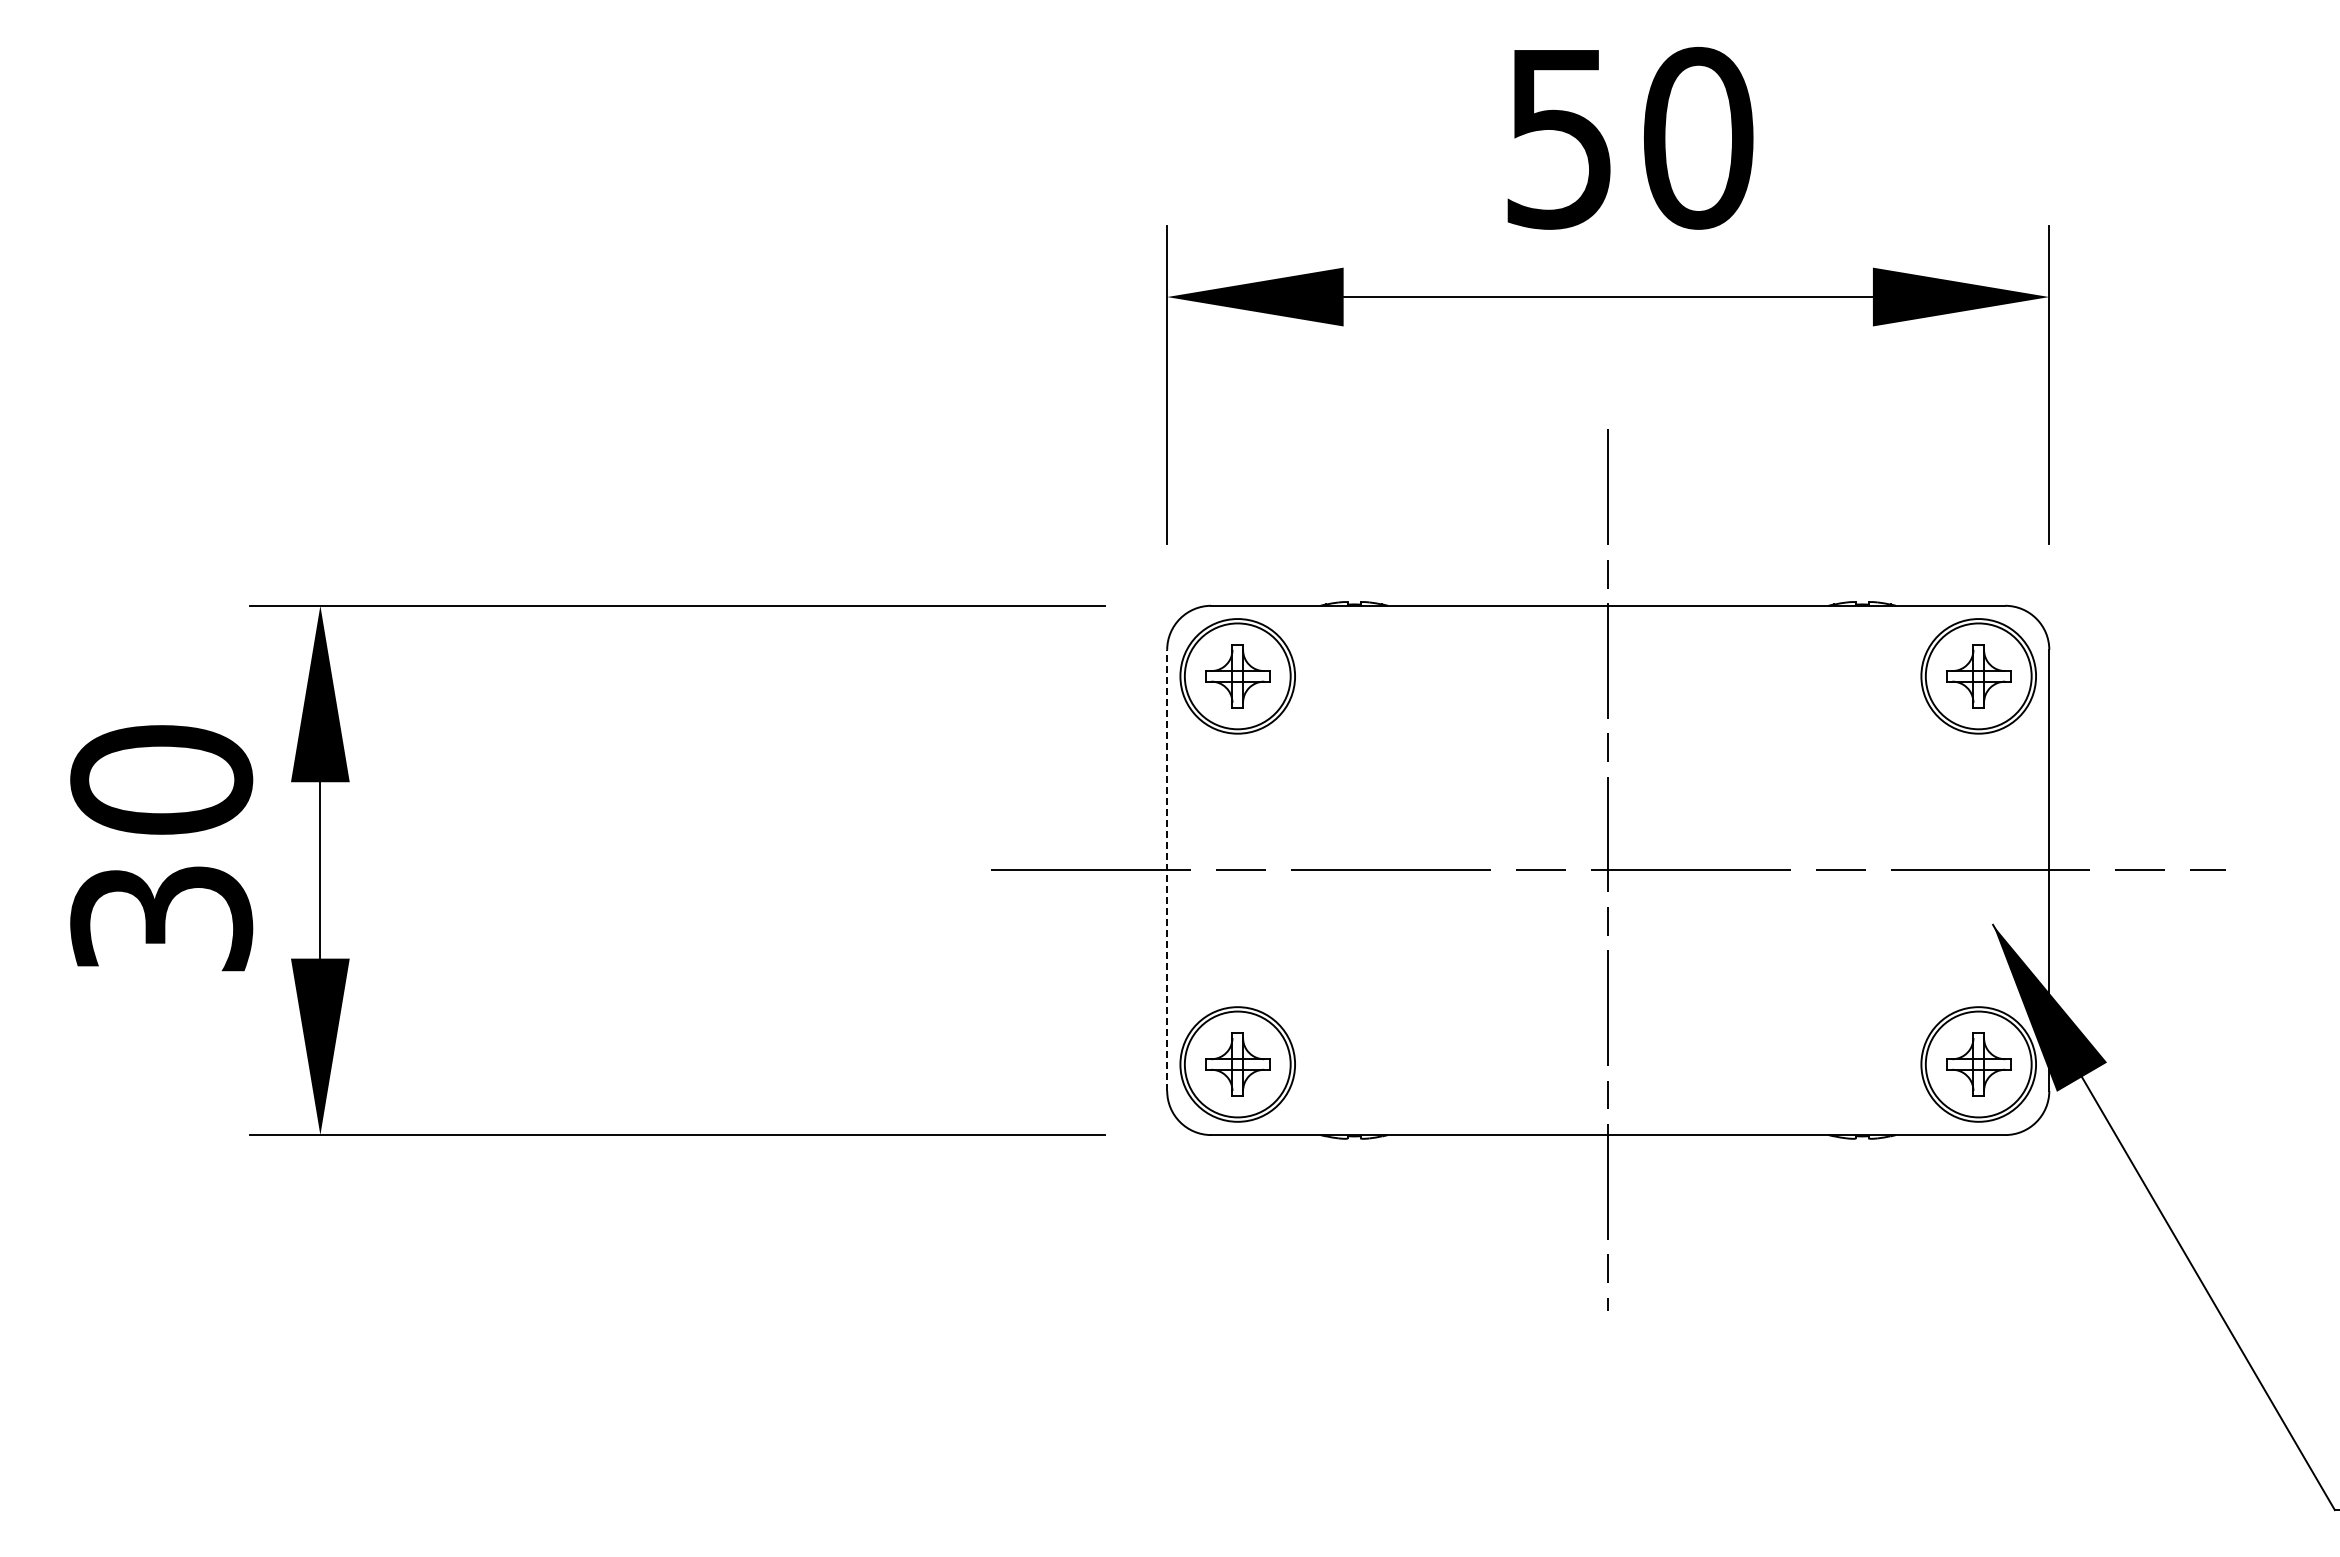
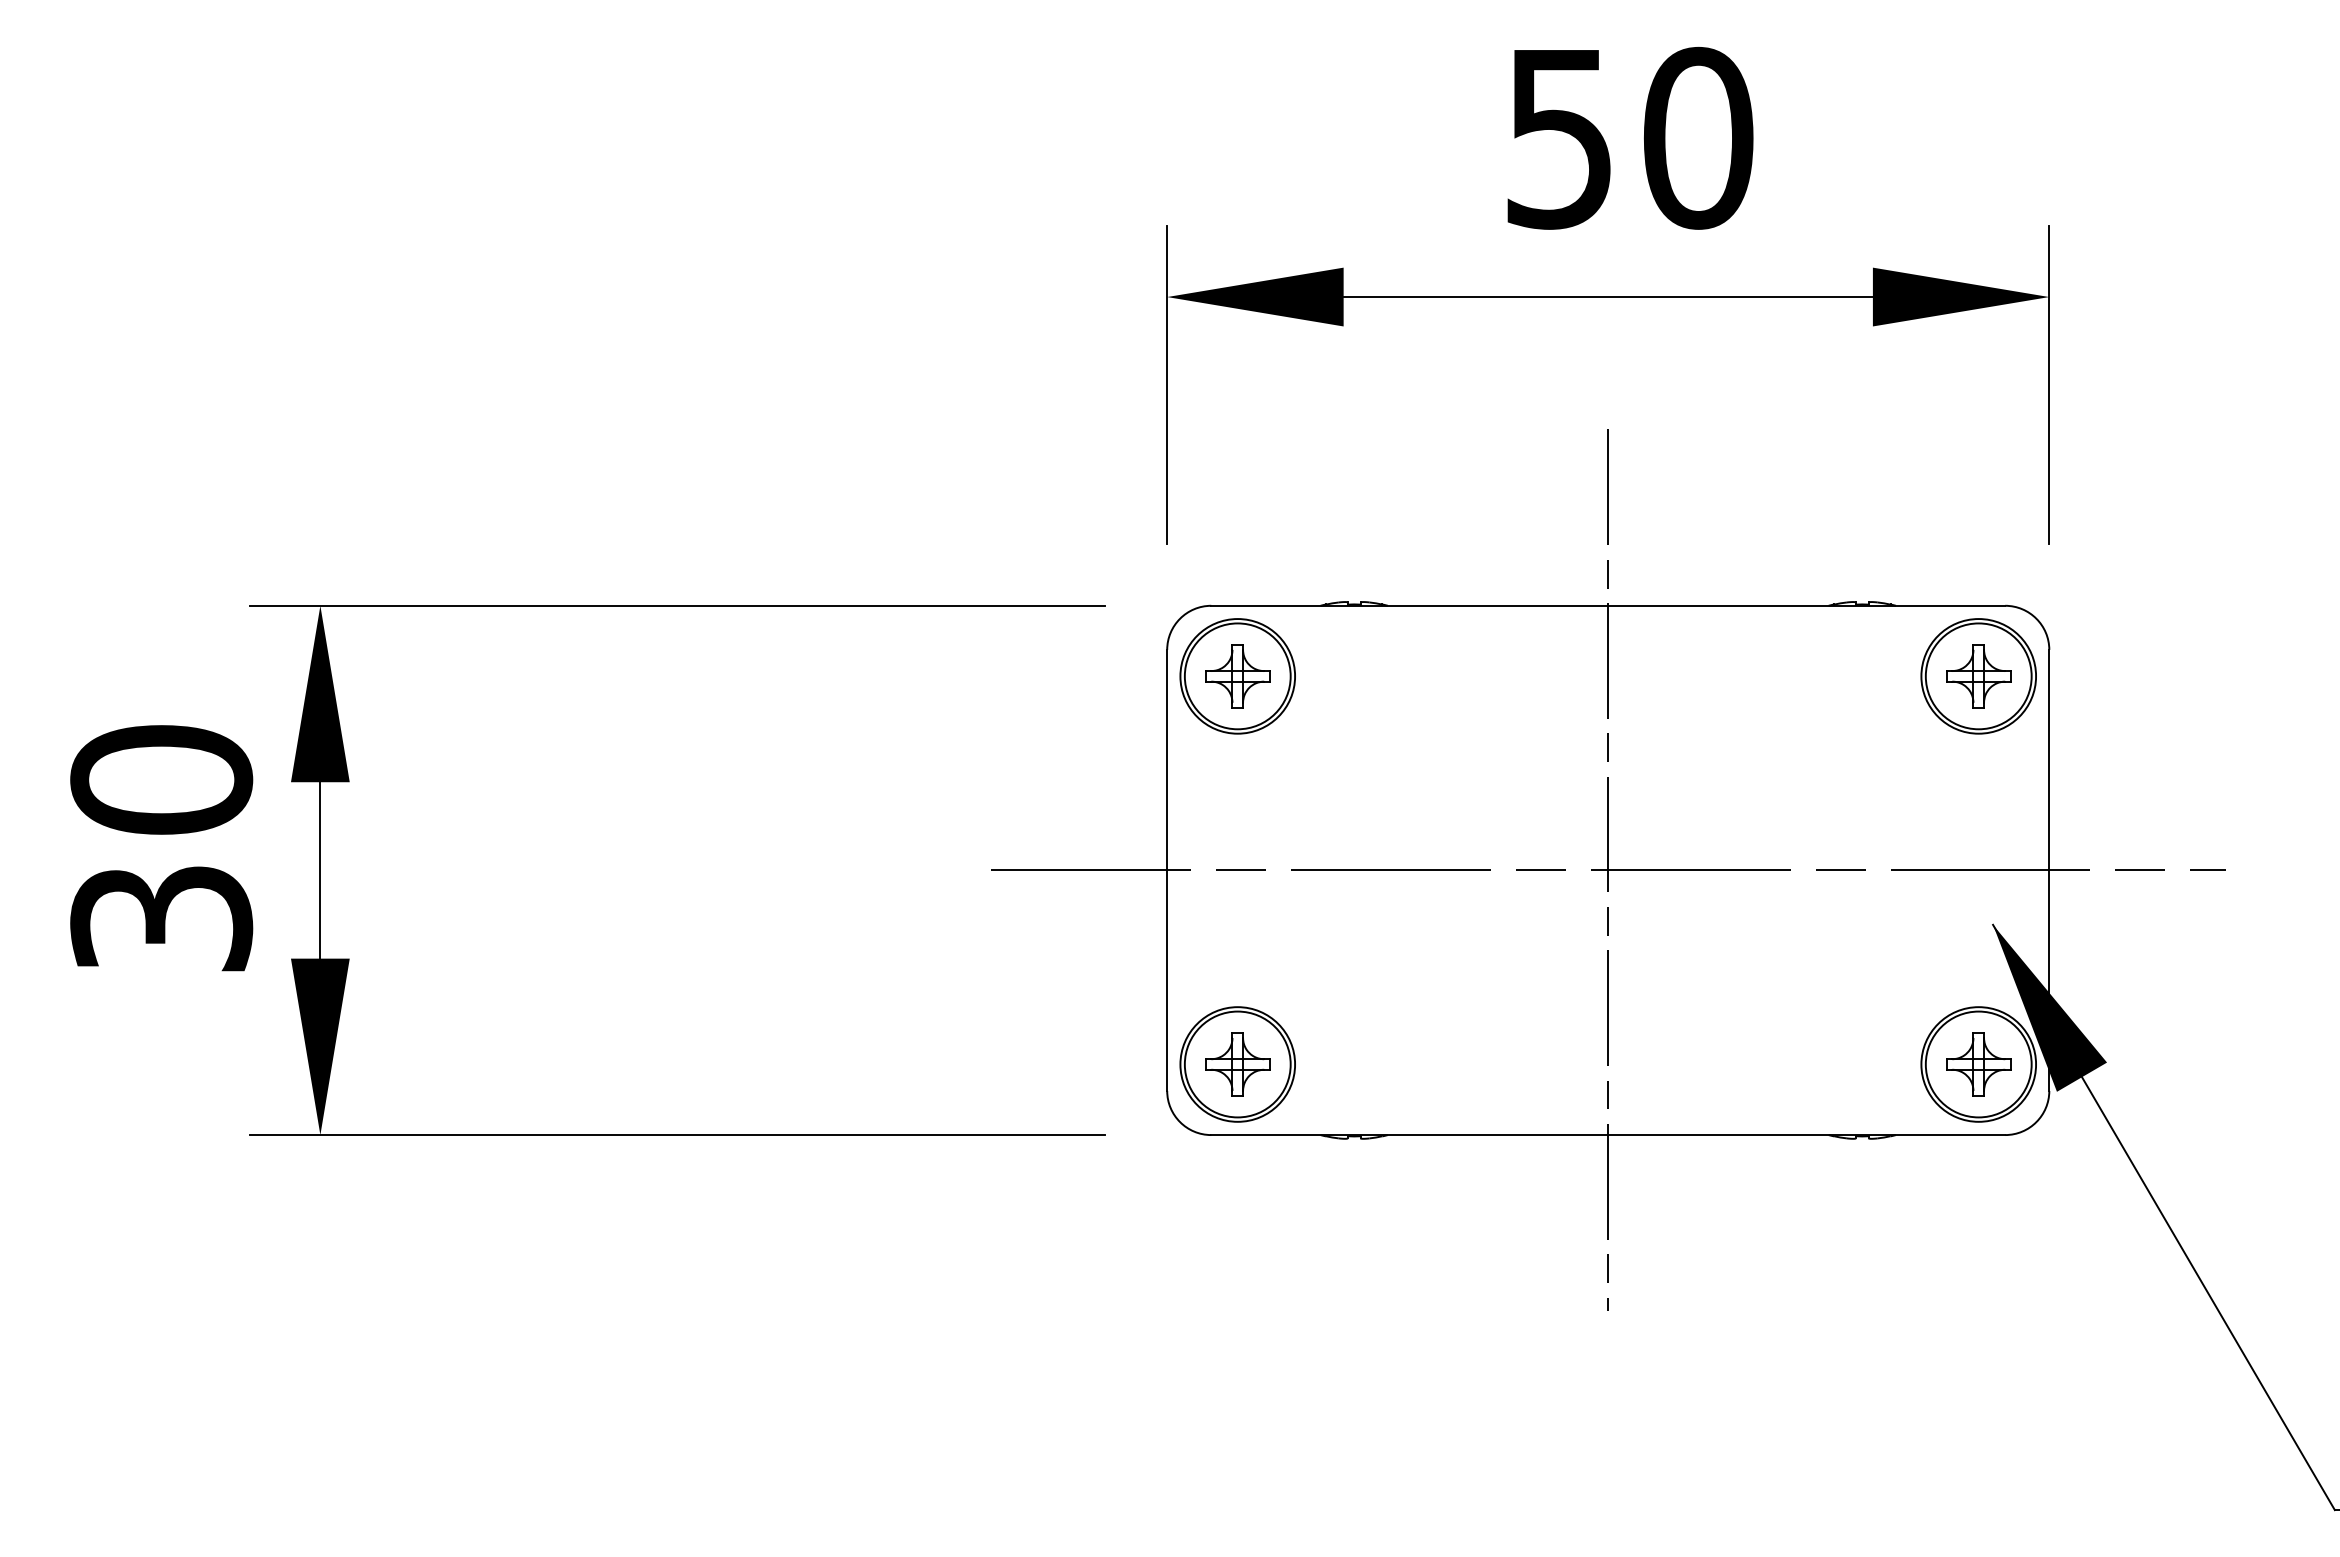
line at (1167, 870): dashed -> solid
